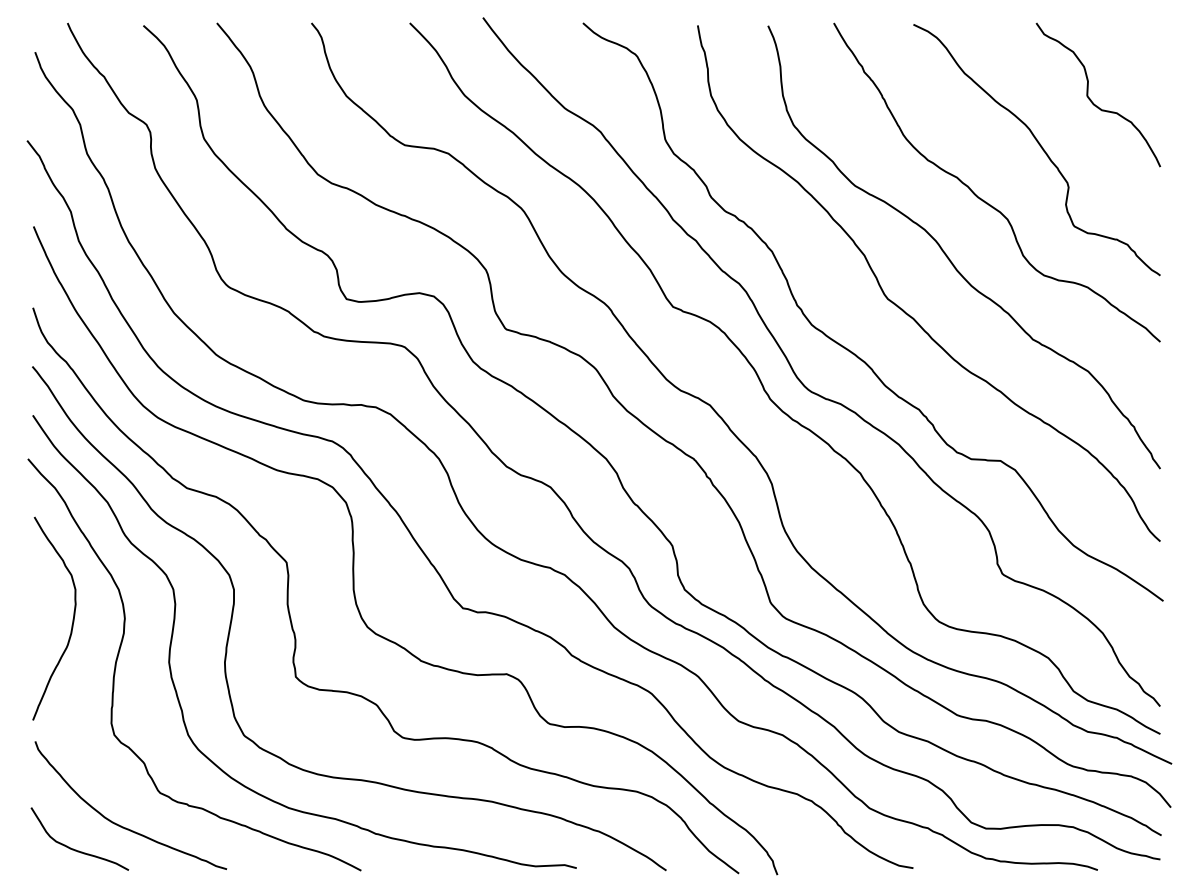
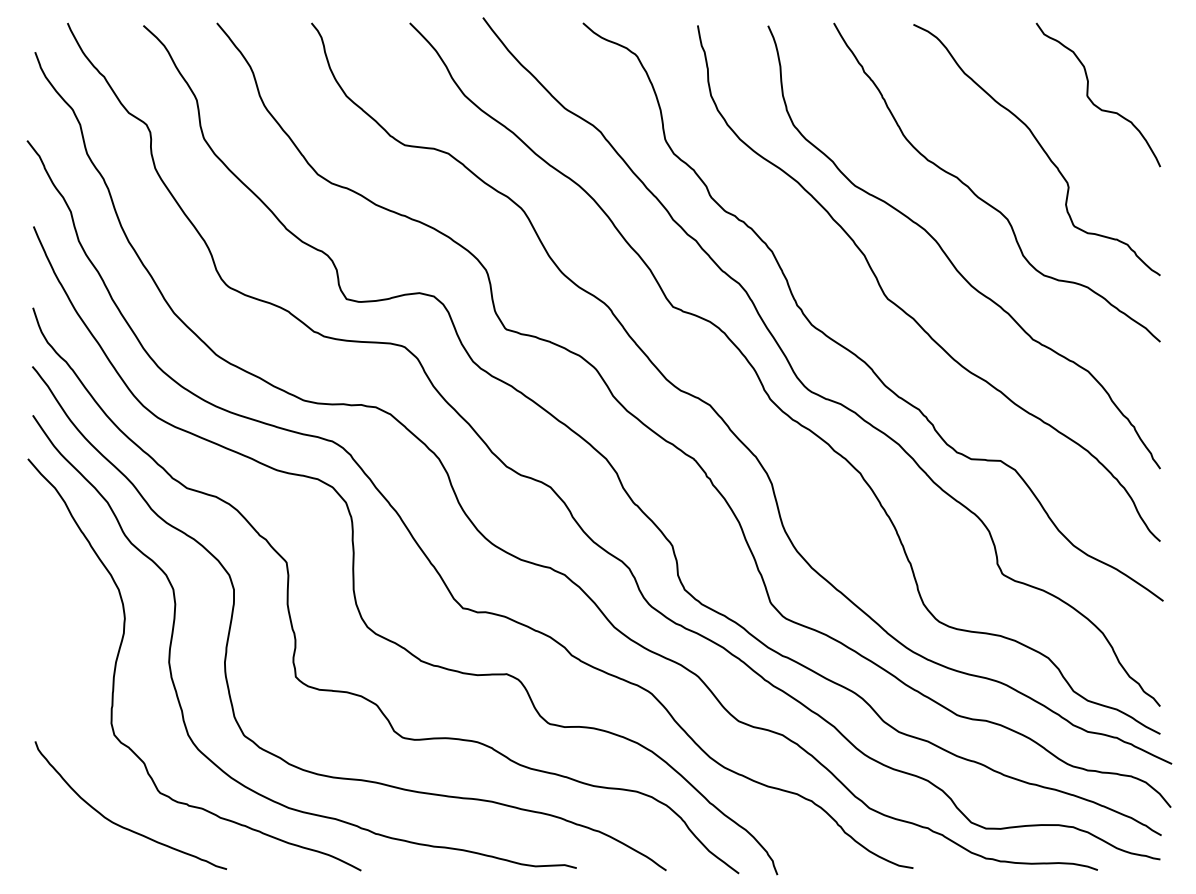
curve at (72, 619): present -> none
curve at (76, 849): present -> none
